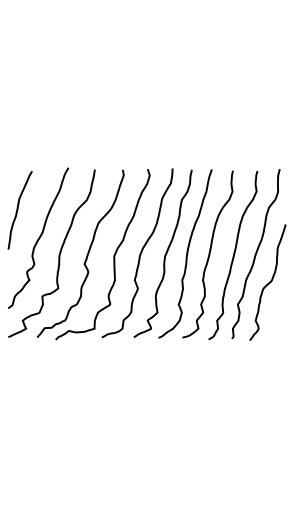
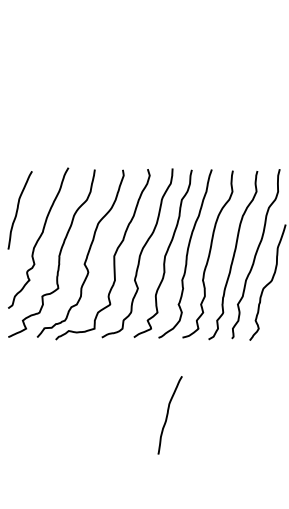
curve at (168, 415): none -> present
